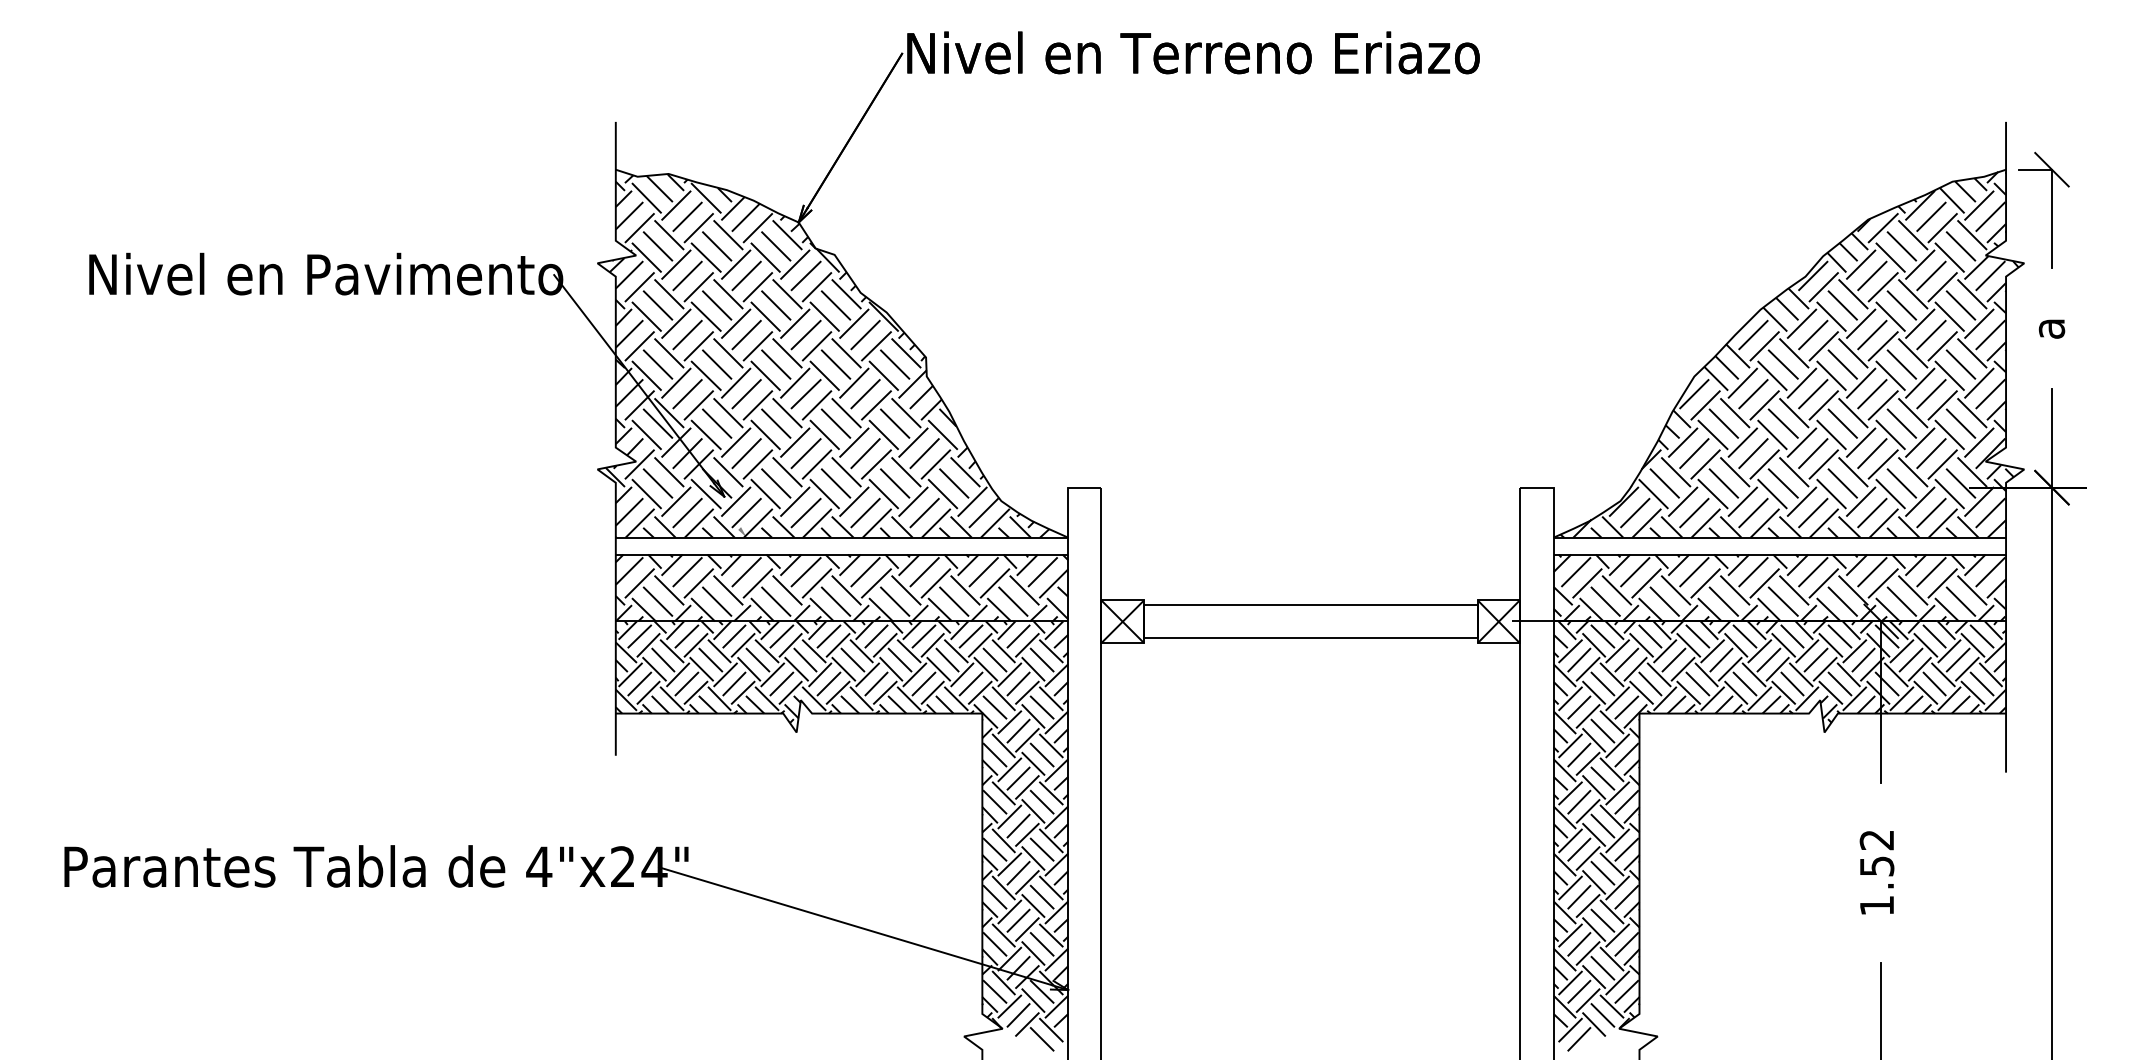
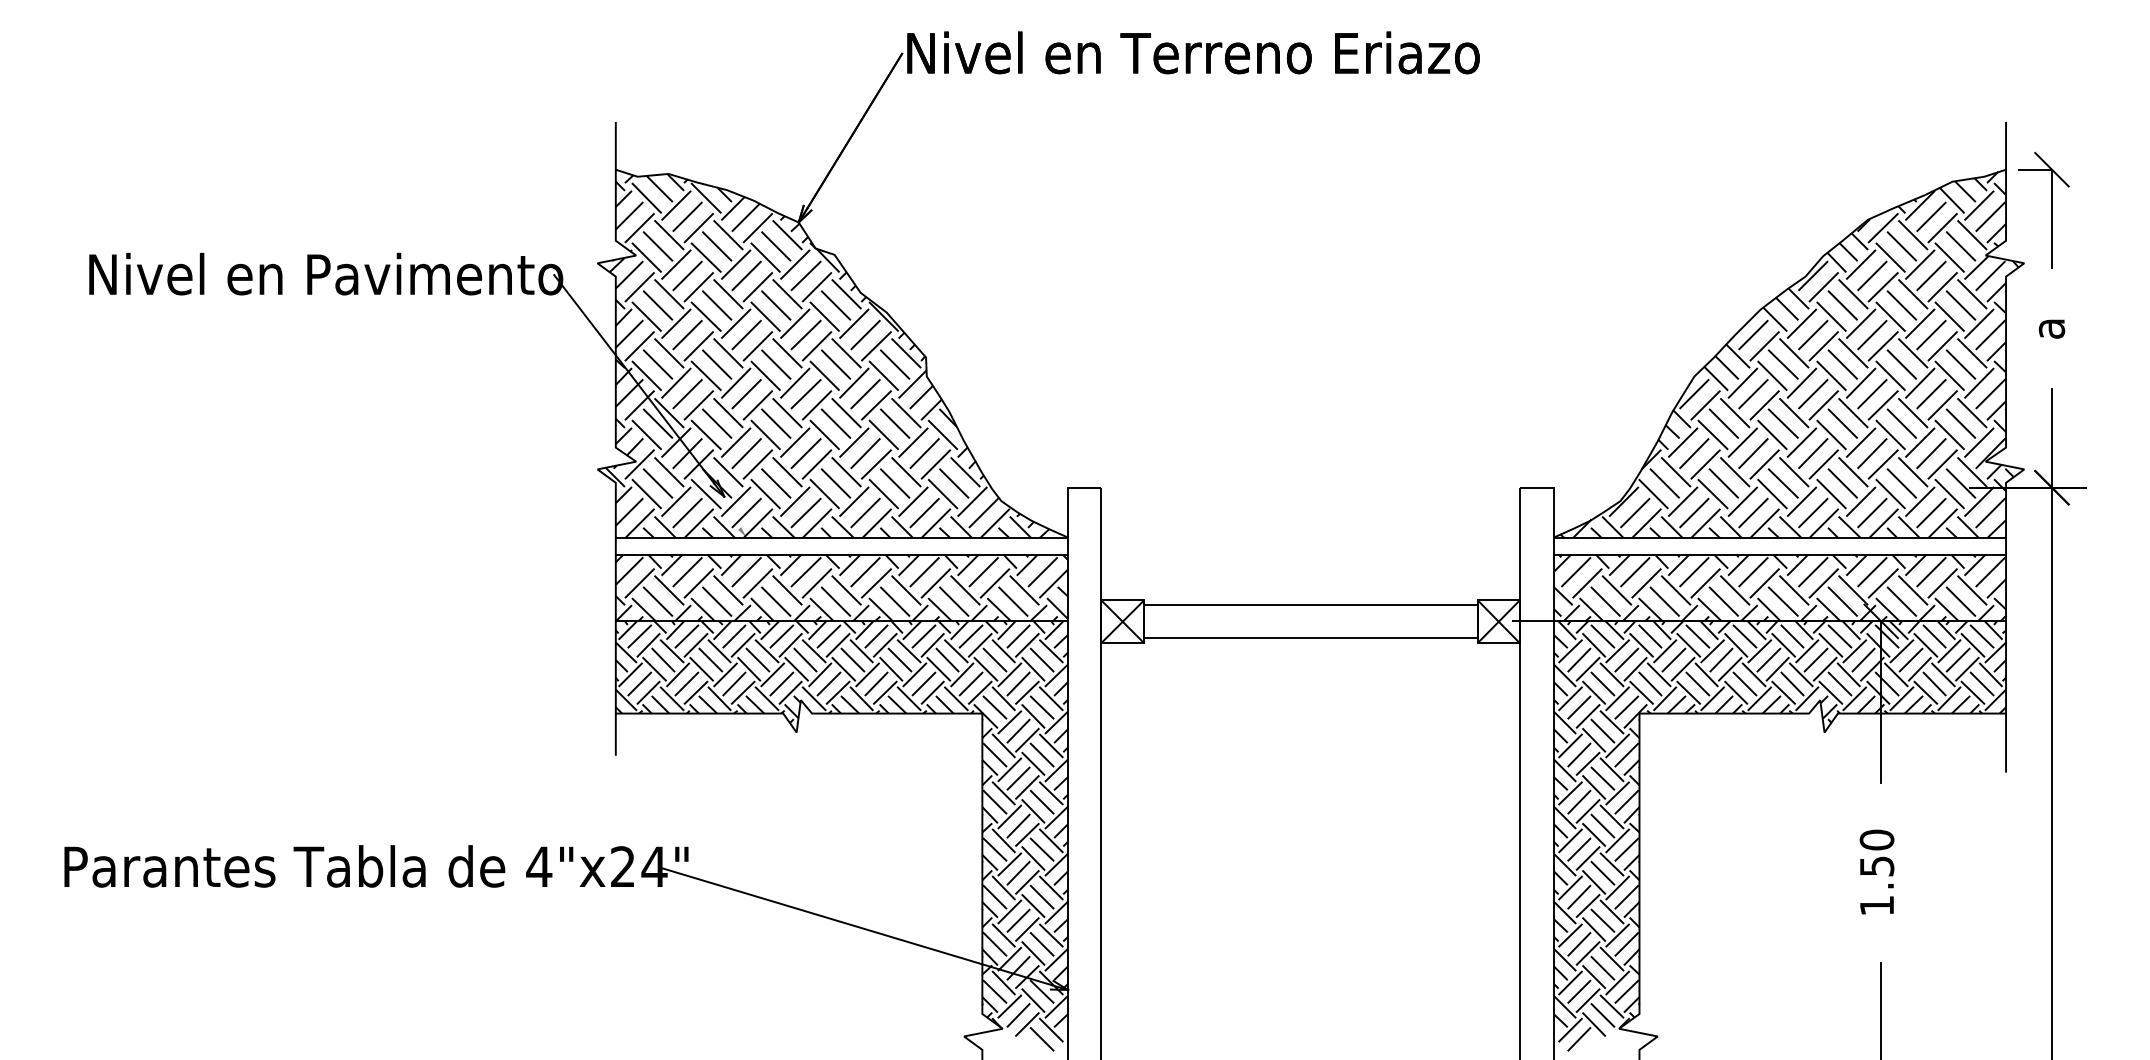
text at (1876, 839): 1.52 -> 1.50
